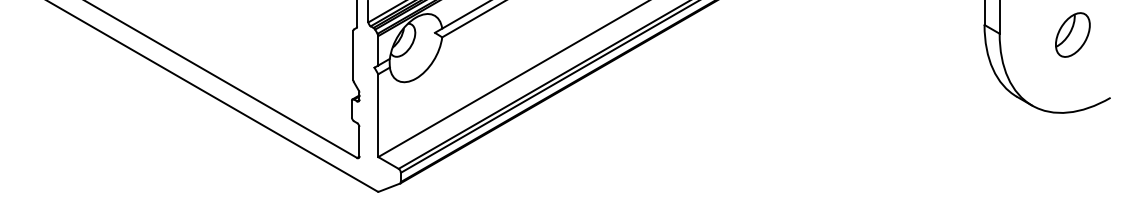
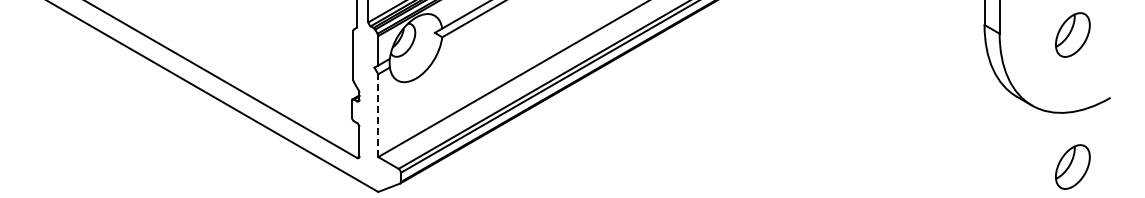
line at (378, 115): solid -> dashed
part at (1072, 166): none -> present
